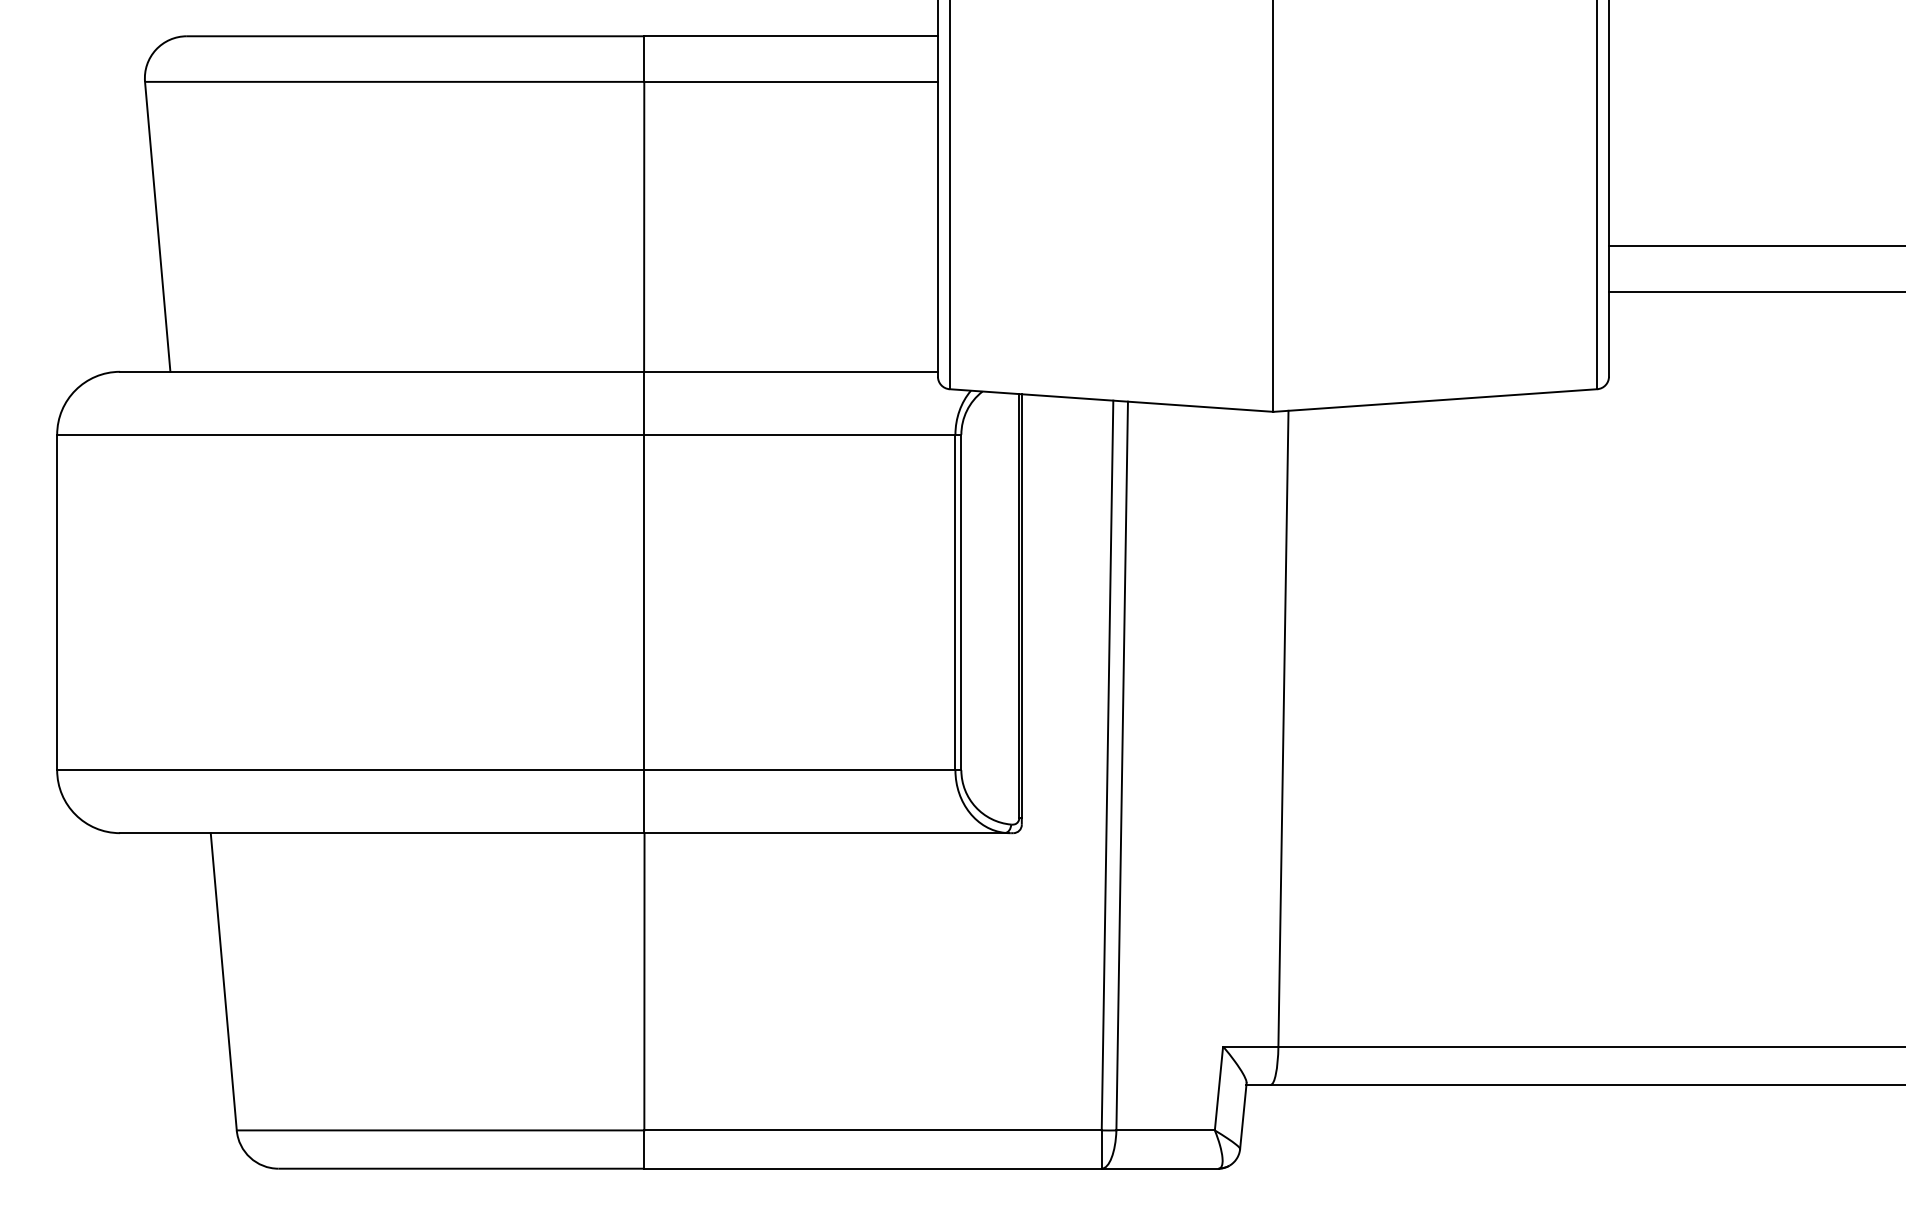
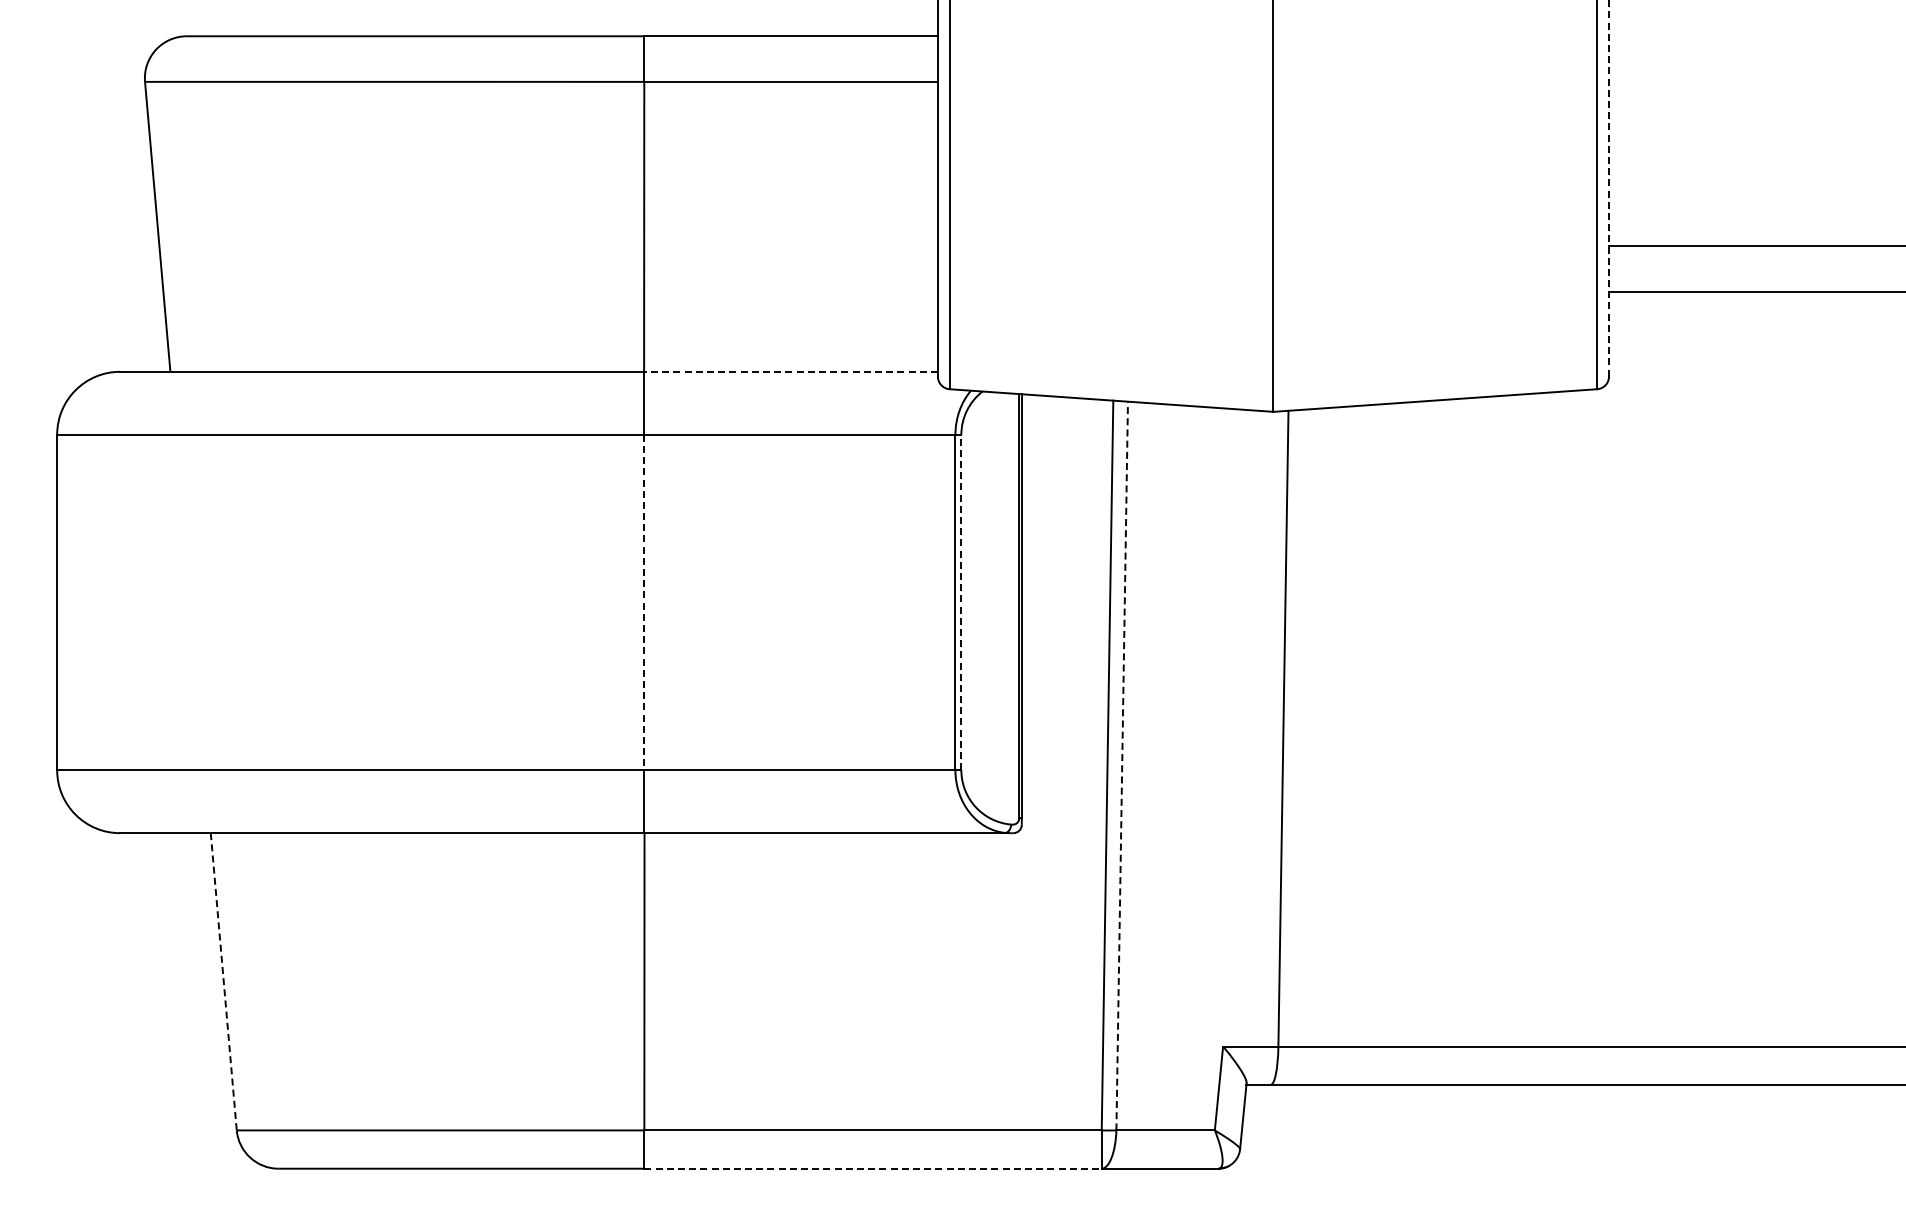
line at (1609, 188): solid -> dashed
line at (791, 371): solid -> dashed
line at (644, 602): solid -> dashed
line at (961, 602): solid -> dashed
line at (1122, 765): solid -> dashed
line at (223, 982): solid -> dashed
line at (873, 1168): solid -> dashed
